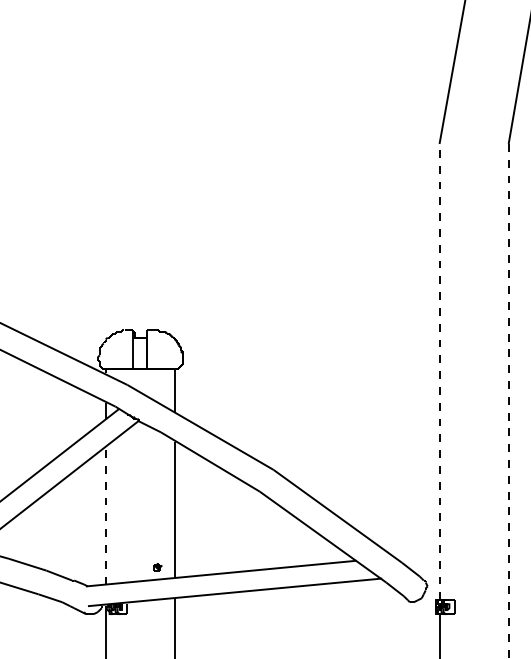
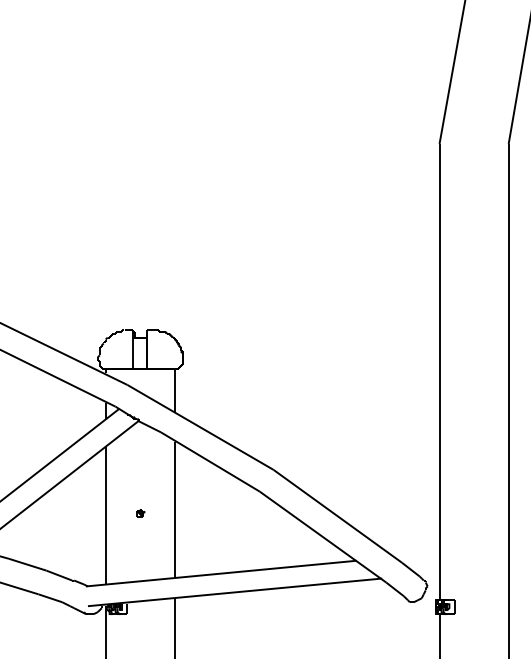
line at (439, 371): dashed -> solid
line at (508, 401): dashed -> solid
line at (105, 514): dashed -> solid
part at (157, 567) position: (157, 567) -> (140, 513)
